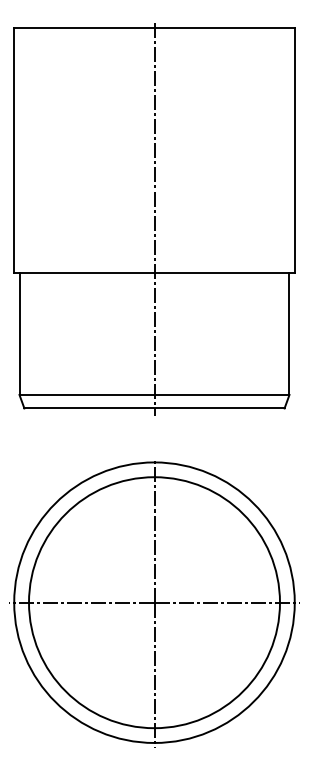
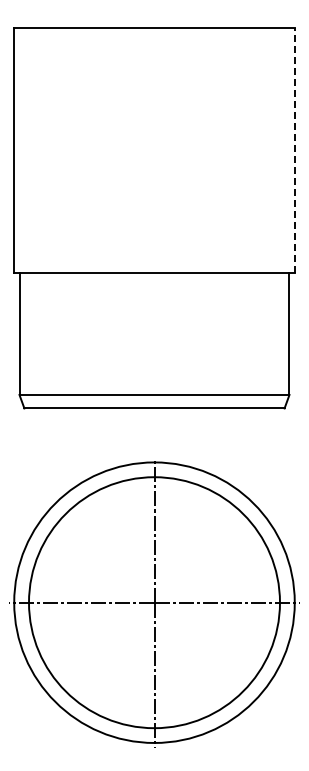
line at (294, 150): solid -> dashed
line at (154, 219): present -> none
